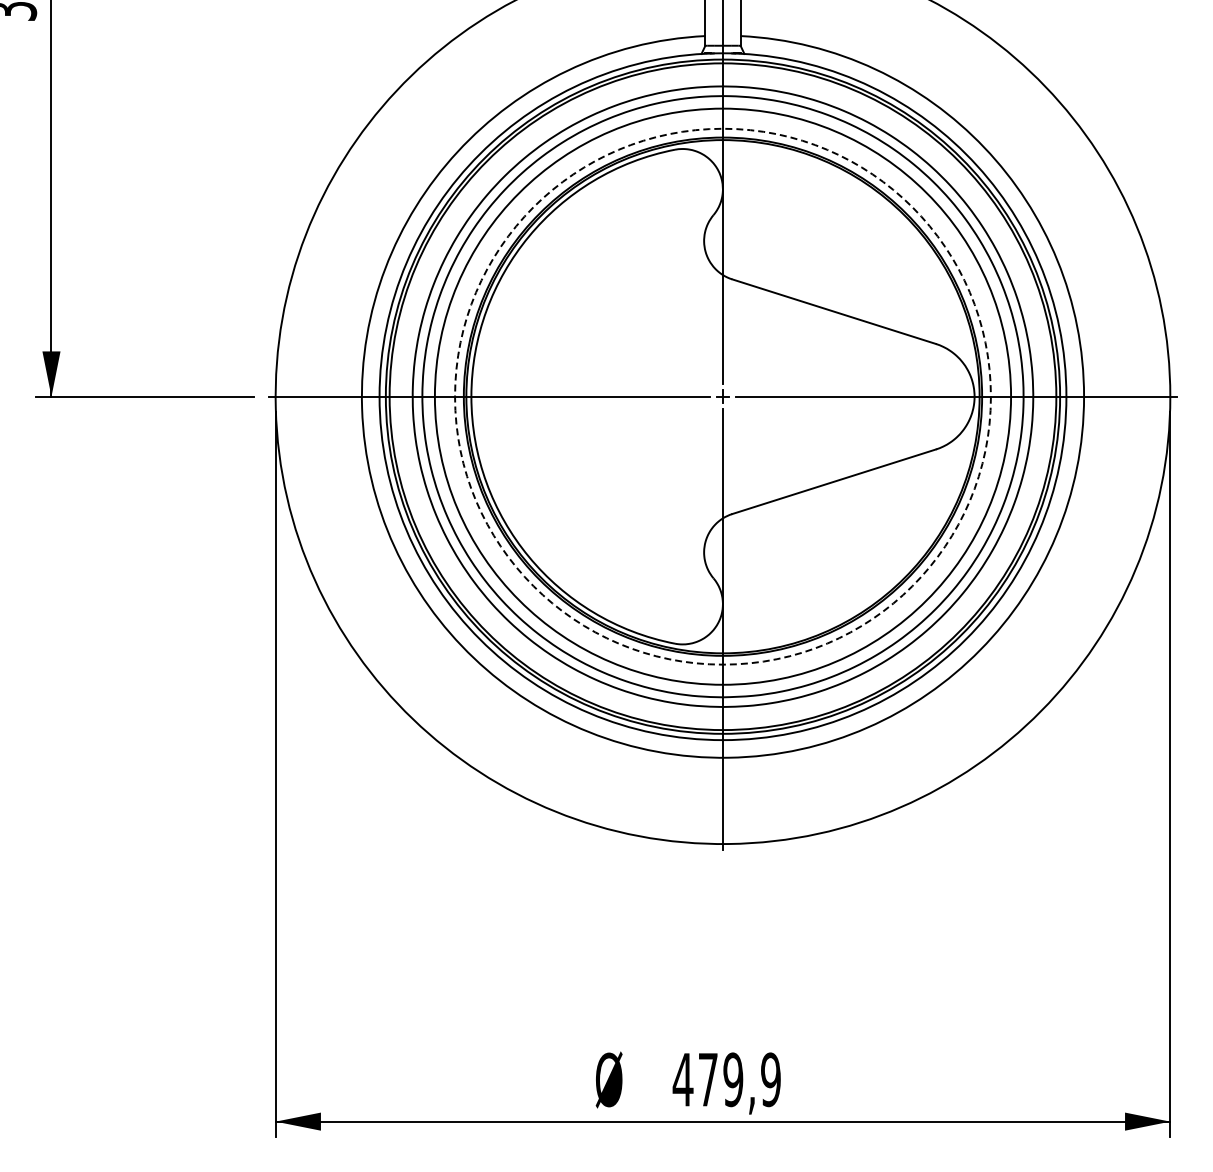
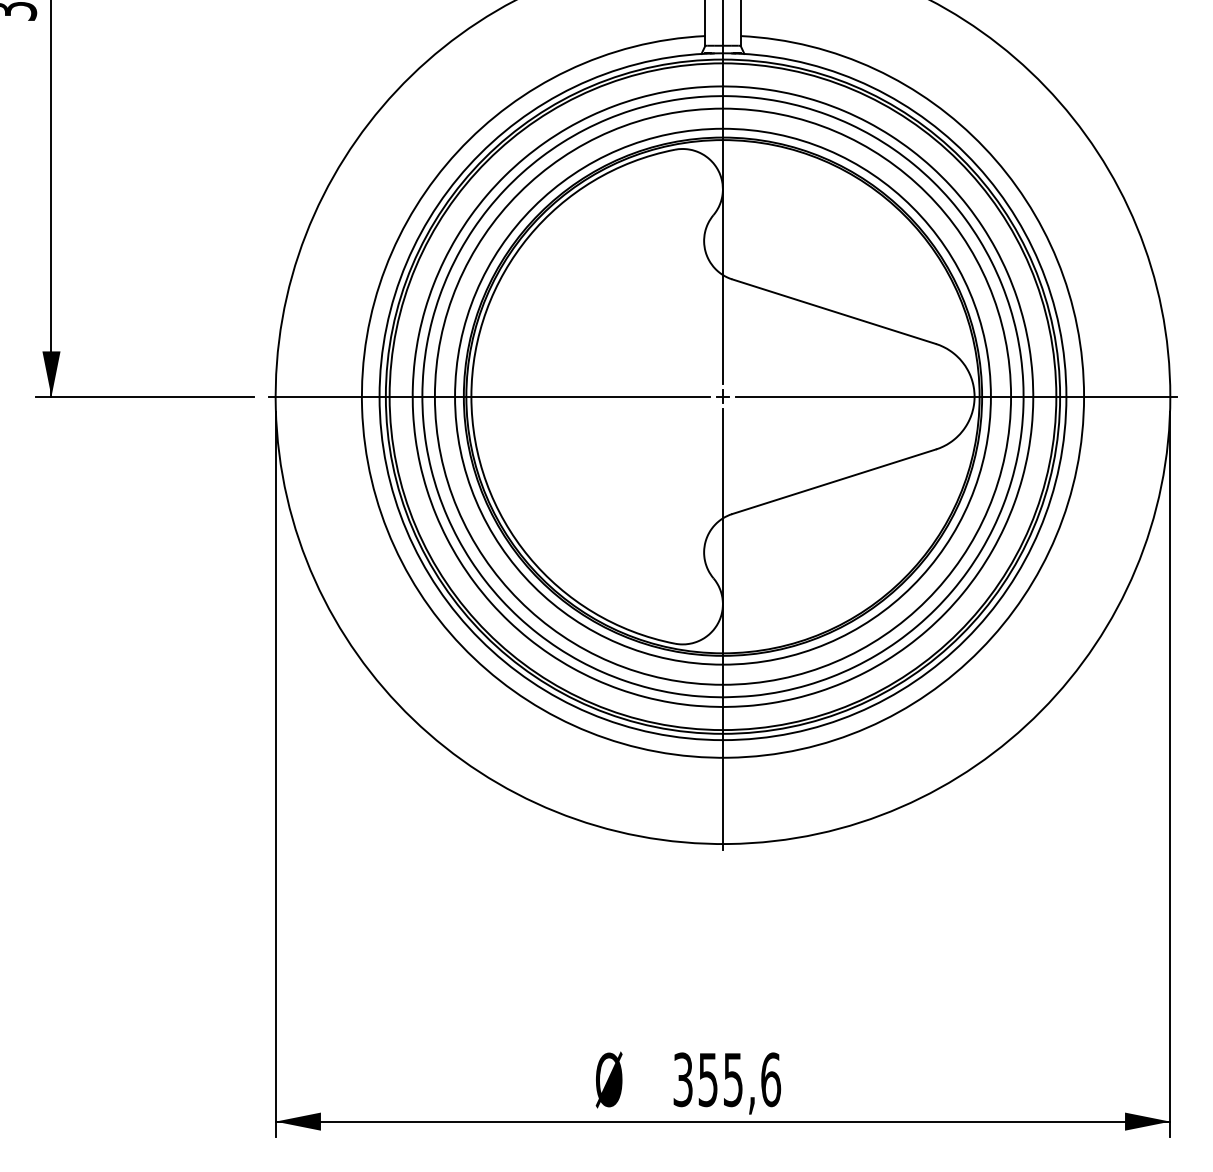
circle at (722, 396): dashed -> solid
text at (726, 1079): 479,9 -> 355,6
